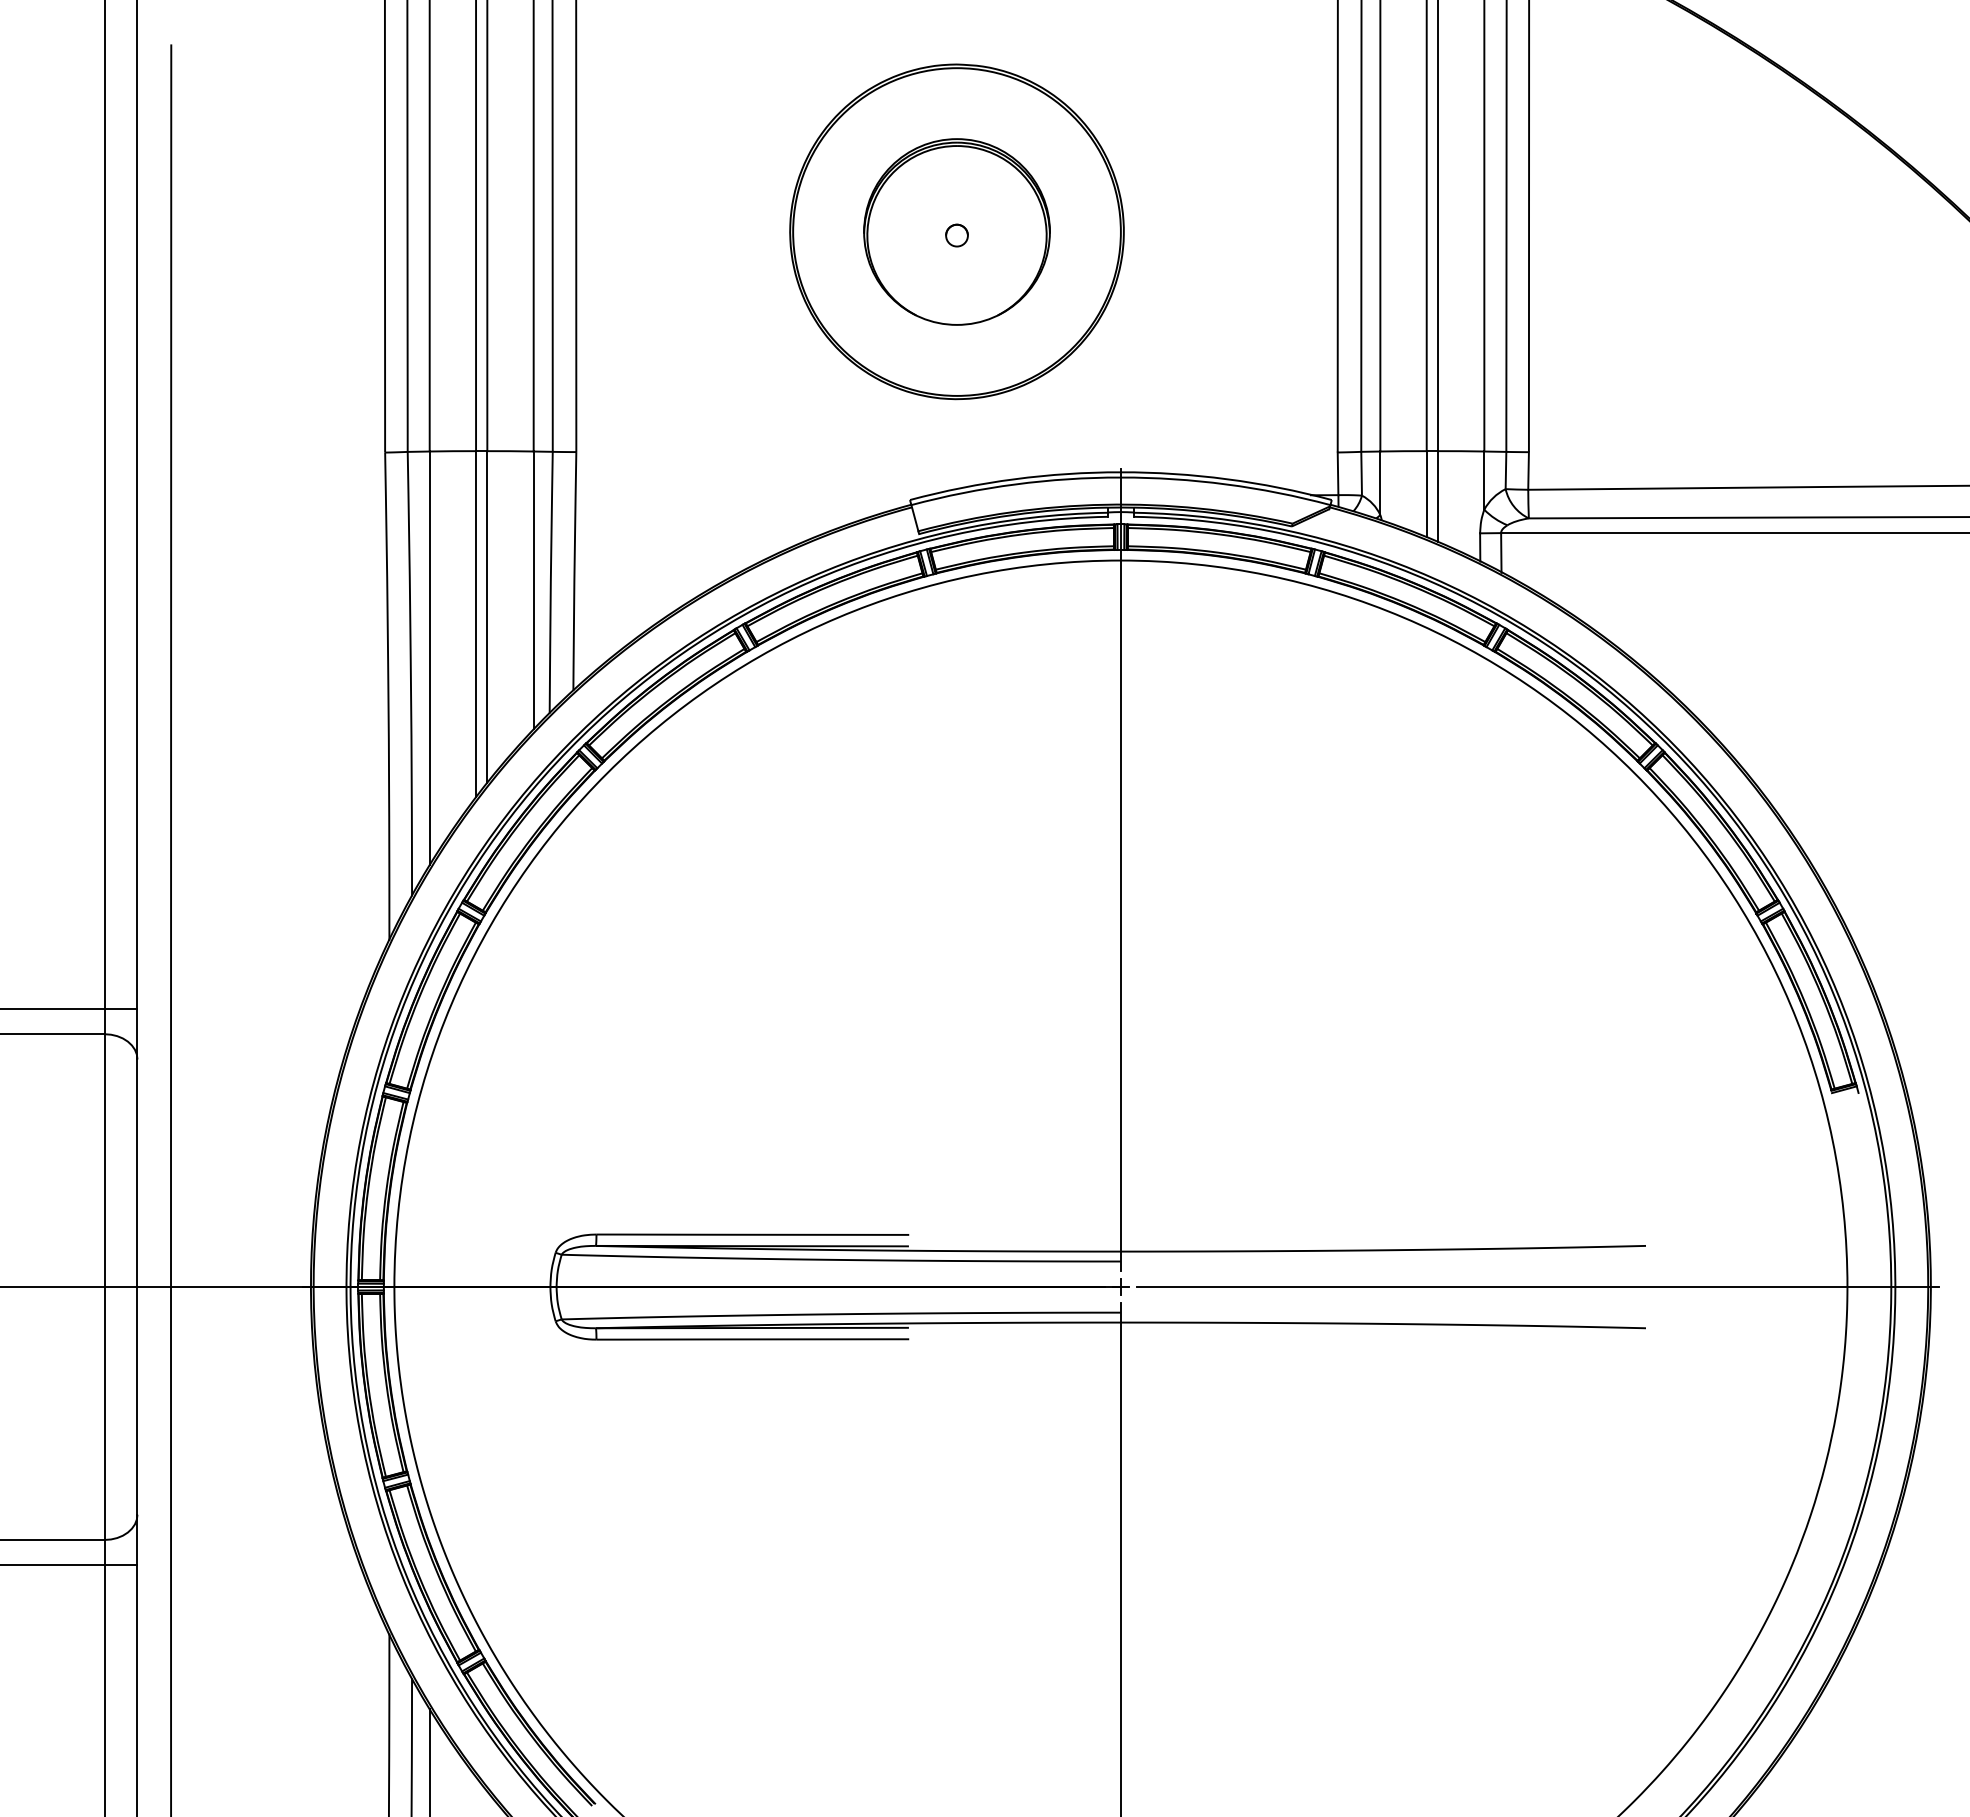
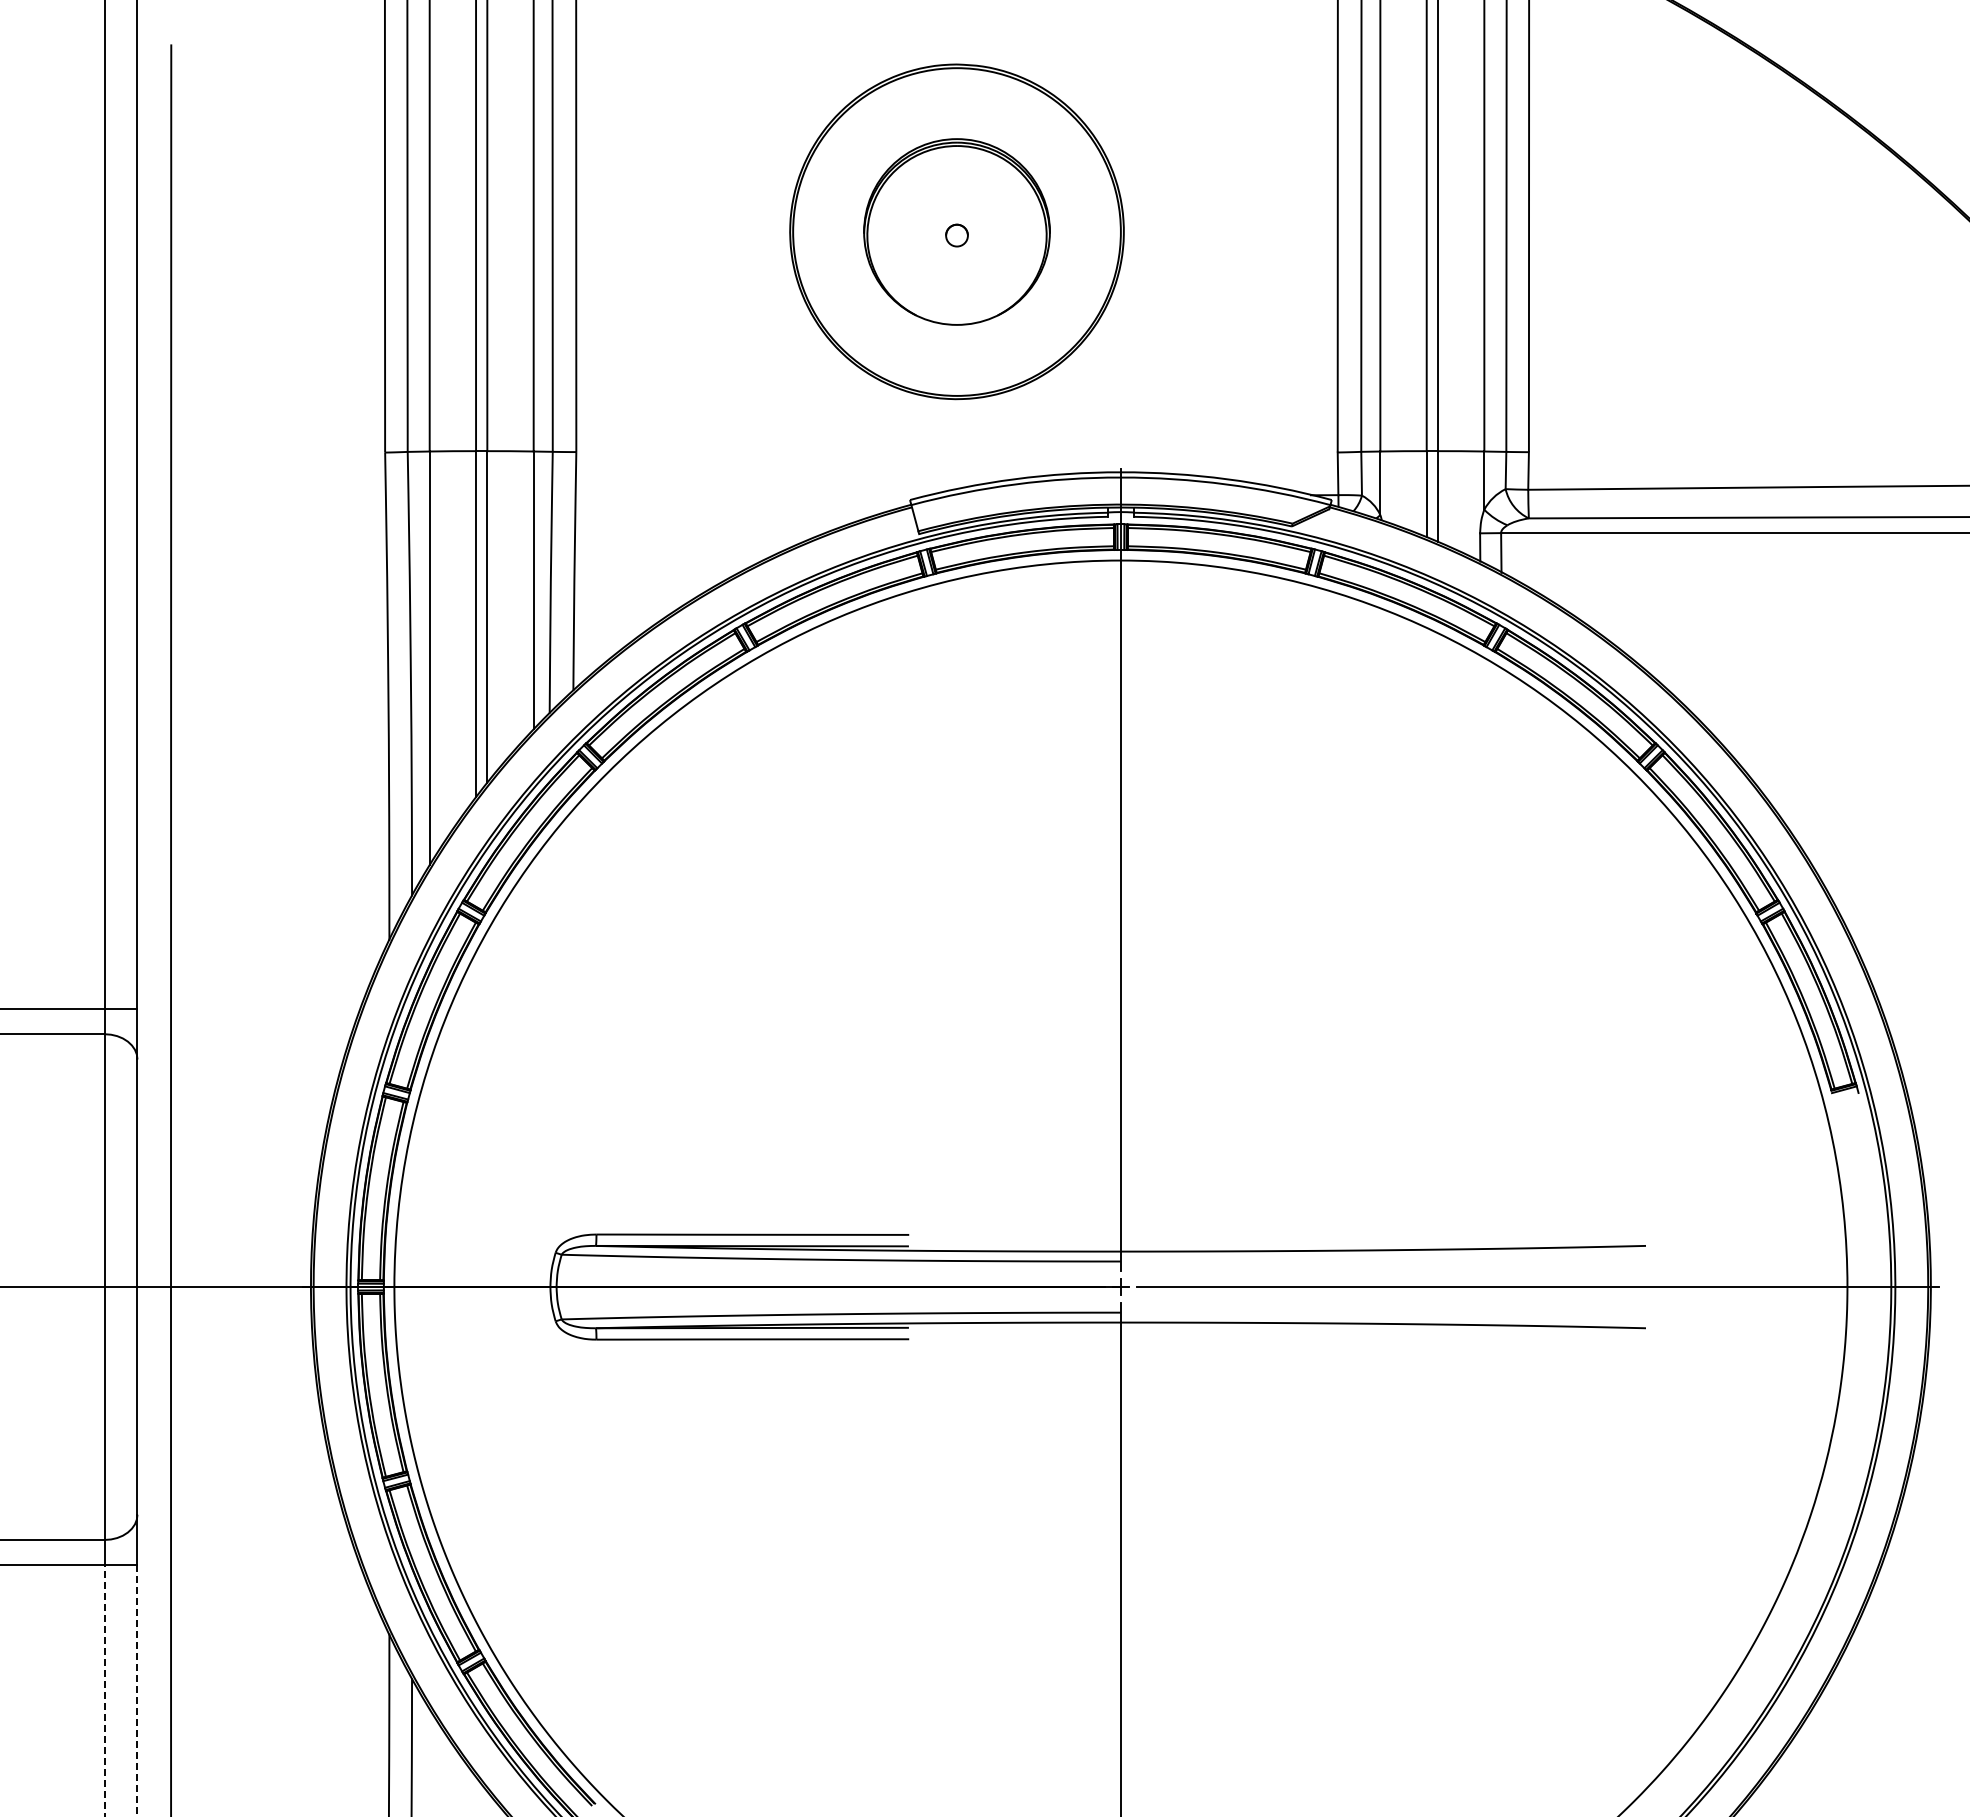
line at (104, 1690): solid -> dashed
line at (137, 1691): solid -> dashed
line at (429, 1761): present -> none
